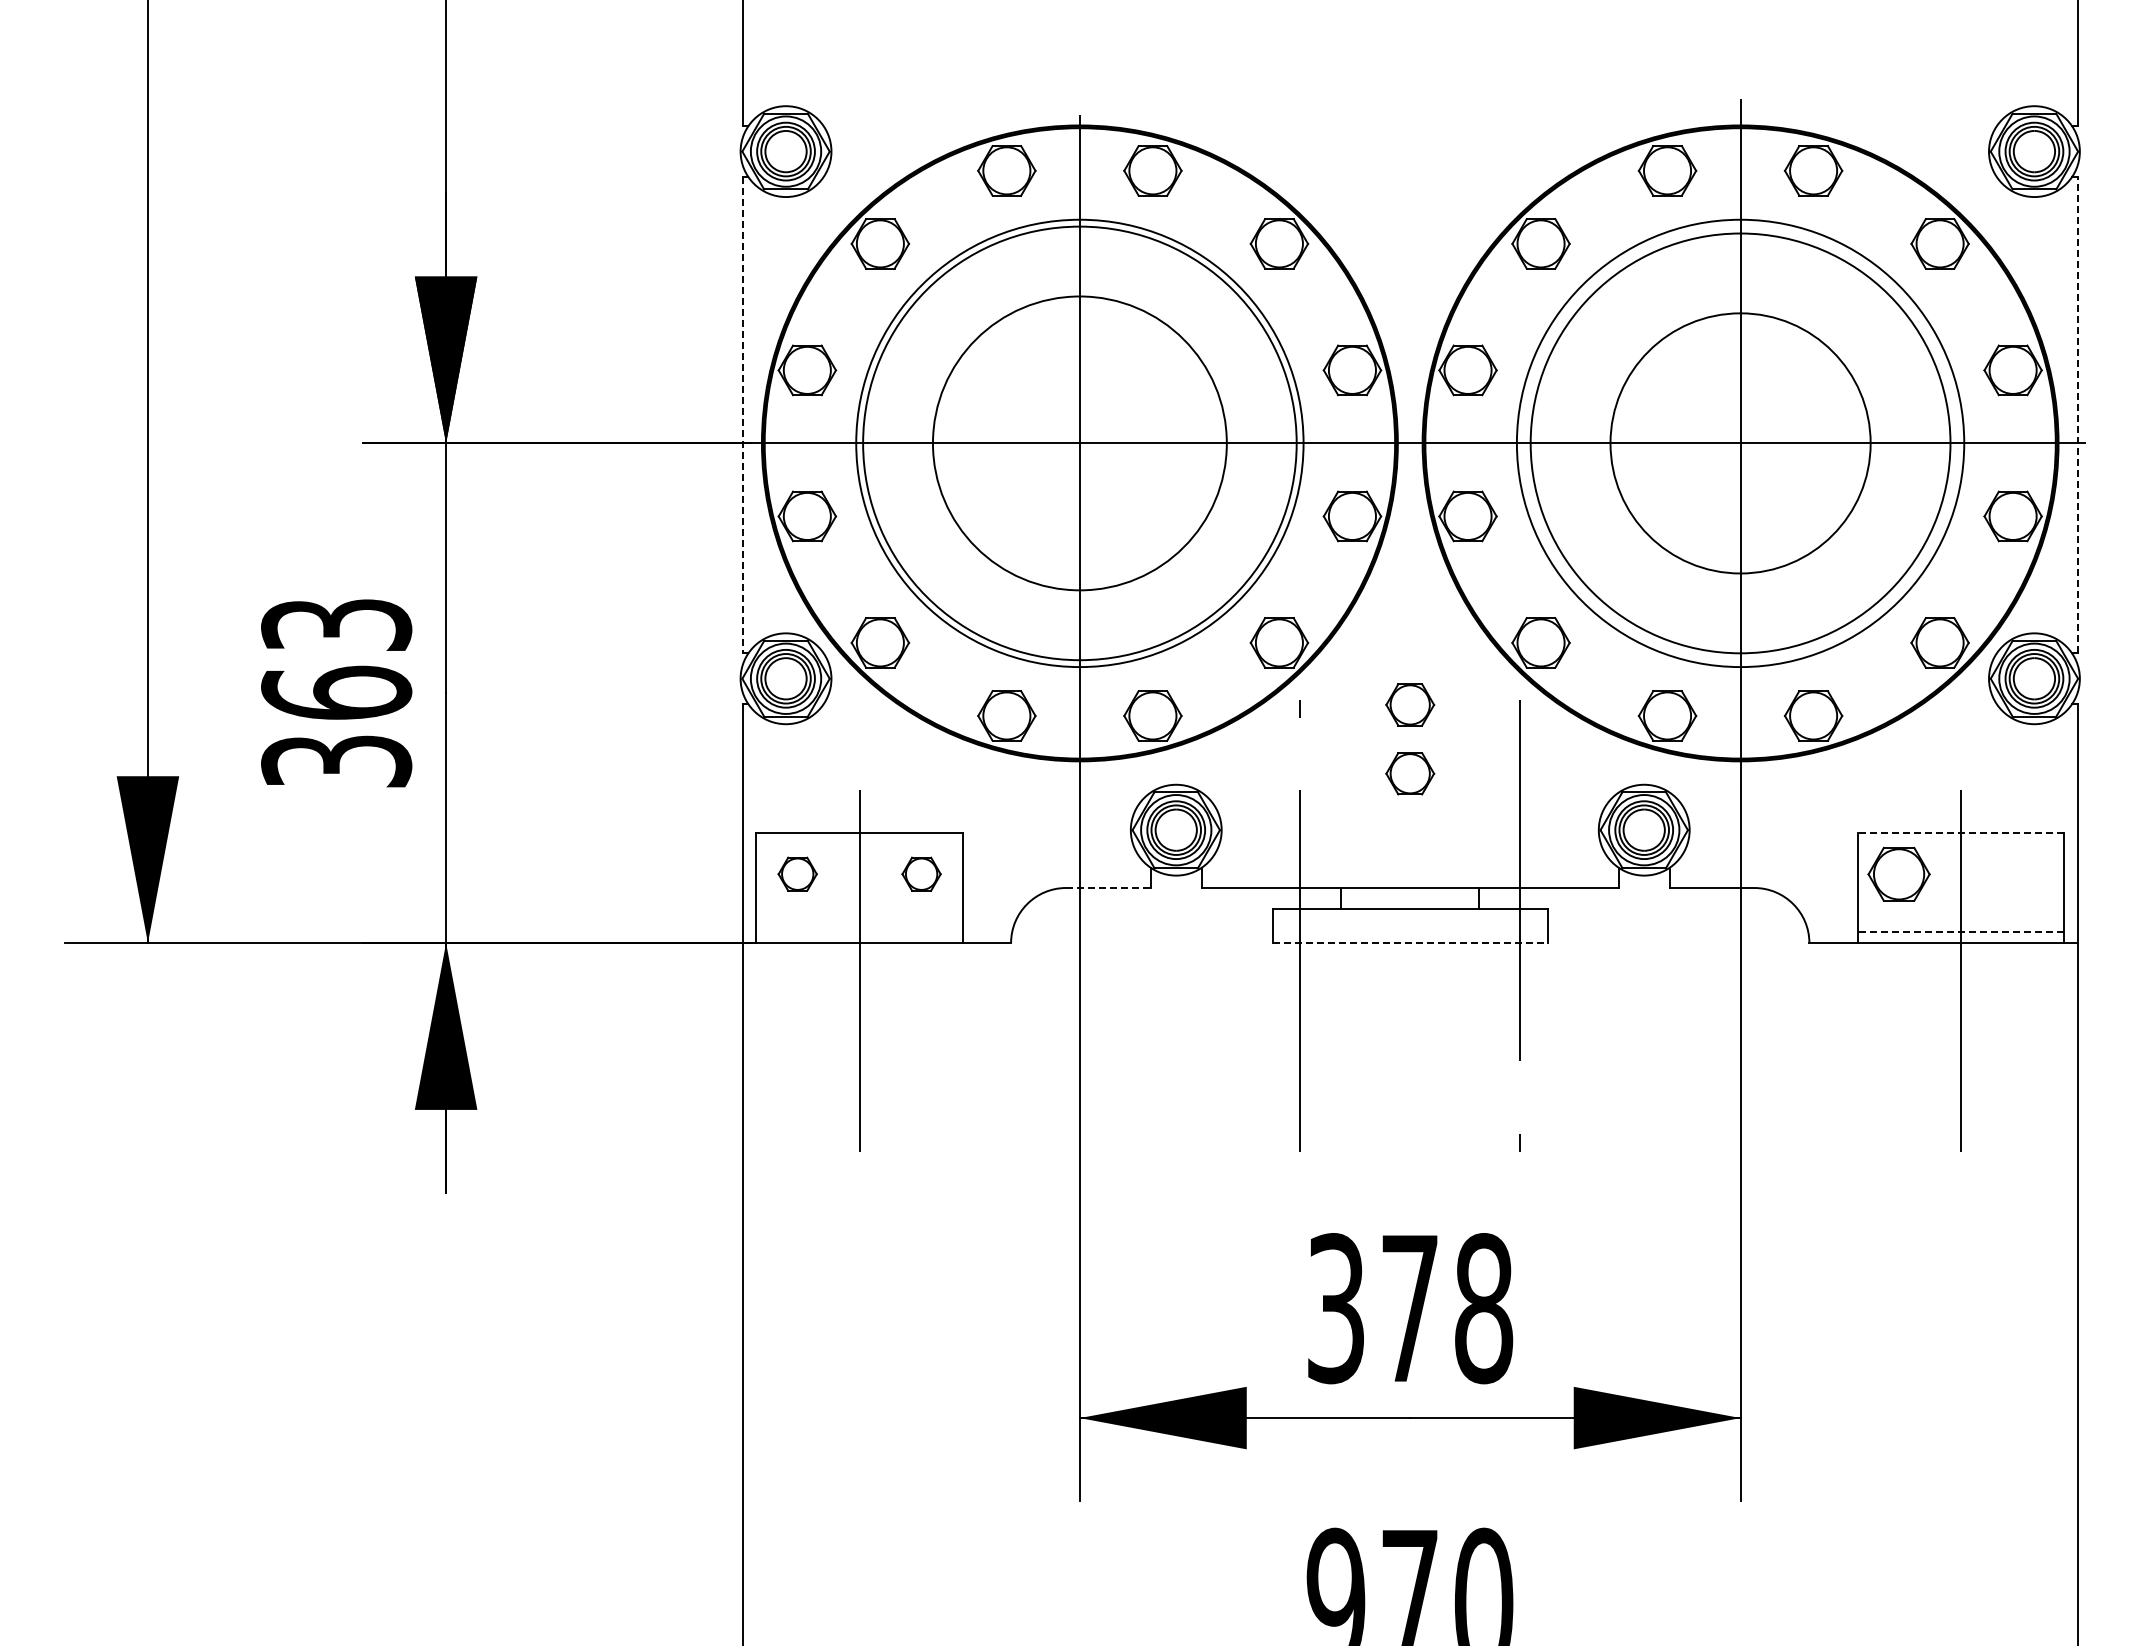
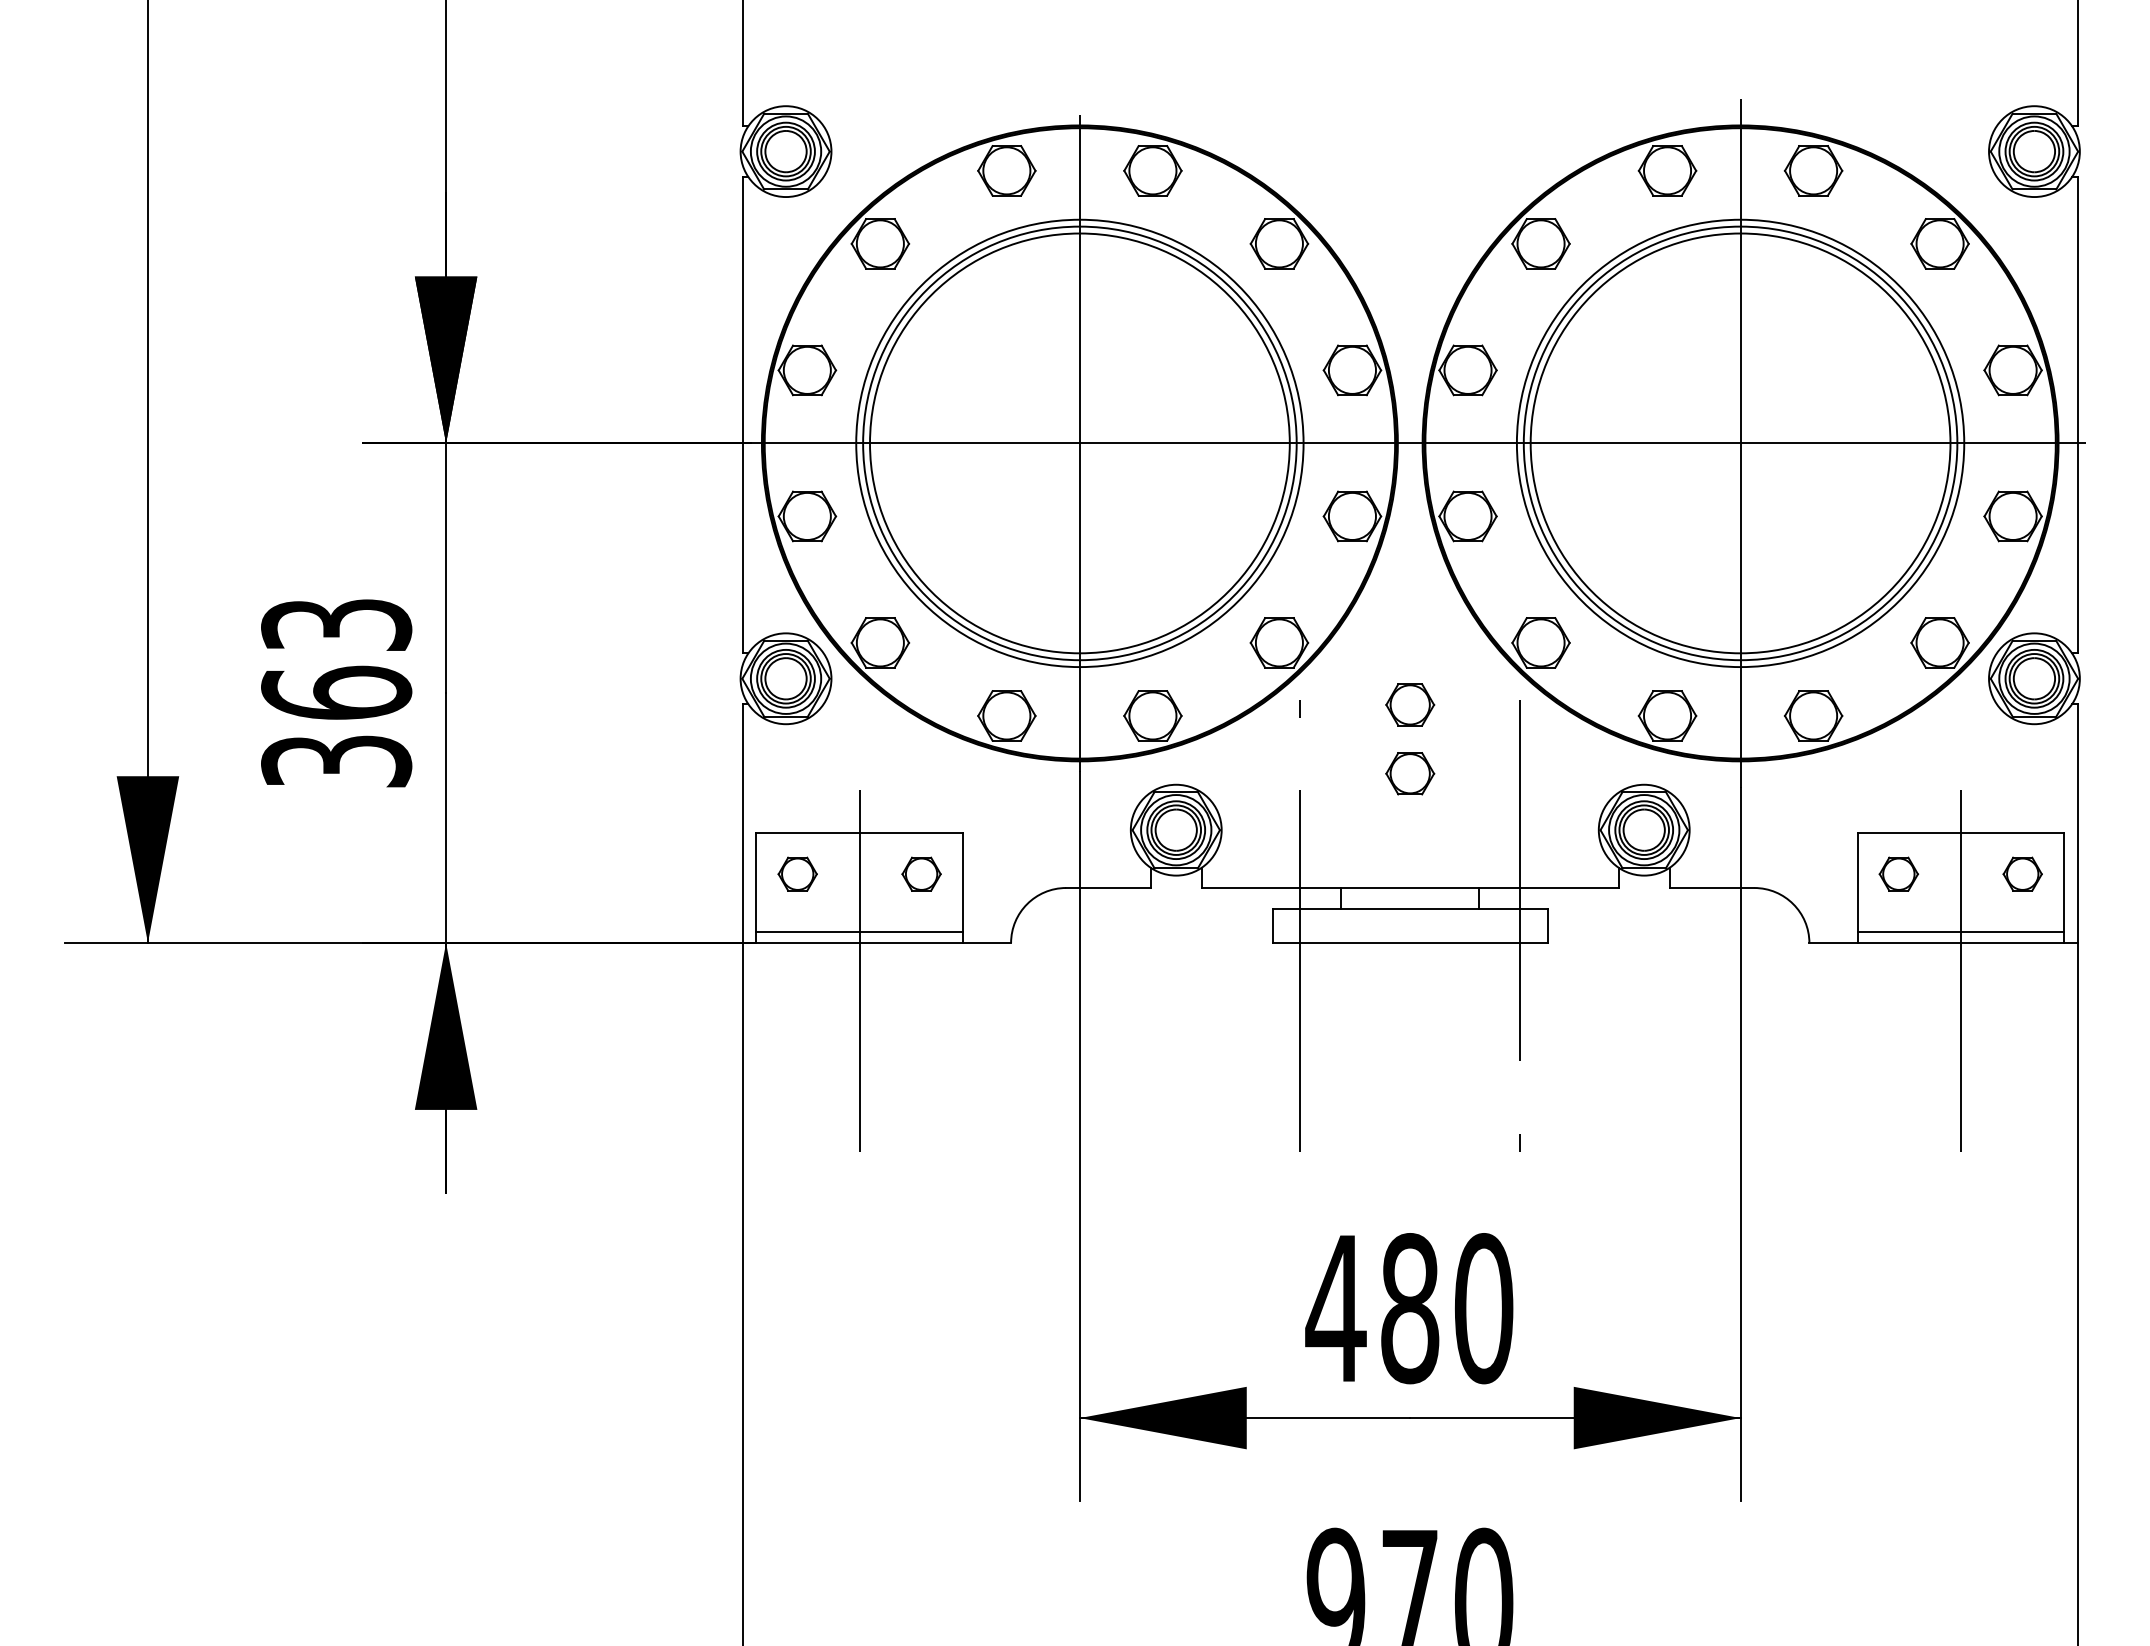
line at (2077, 414): dashed -> solid
line at (742, 415): dashed -> solid
circle at (1079, 443) diameter: 294 px -> 420 px
circle at (1740, 443) diameter: 260 px -> 434 px
line at (1960, 832): dashed -> solid
part at (1898, 873) size: 64x56 px -> 41x36 px
part at (2022, 873): none -> present
line at (1108, 888): dashed -> solid
line at (859, 932): none -> present
line at (1960, 932): dashed -> solid
line at (1410, 943): dashed -> solid
text at (1409, 1308): 378 -> 480
